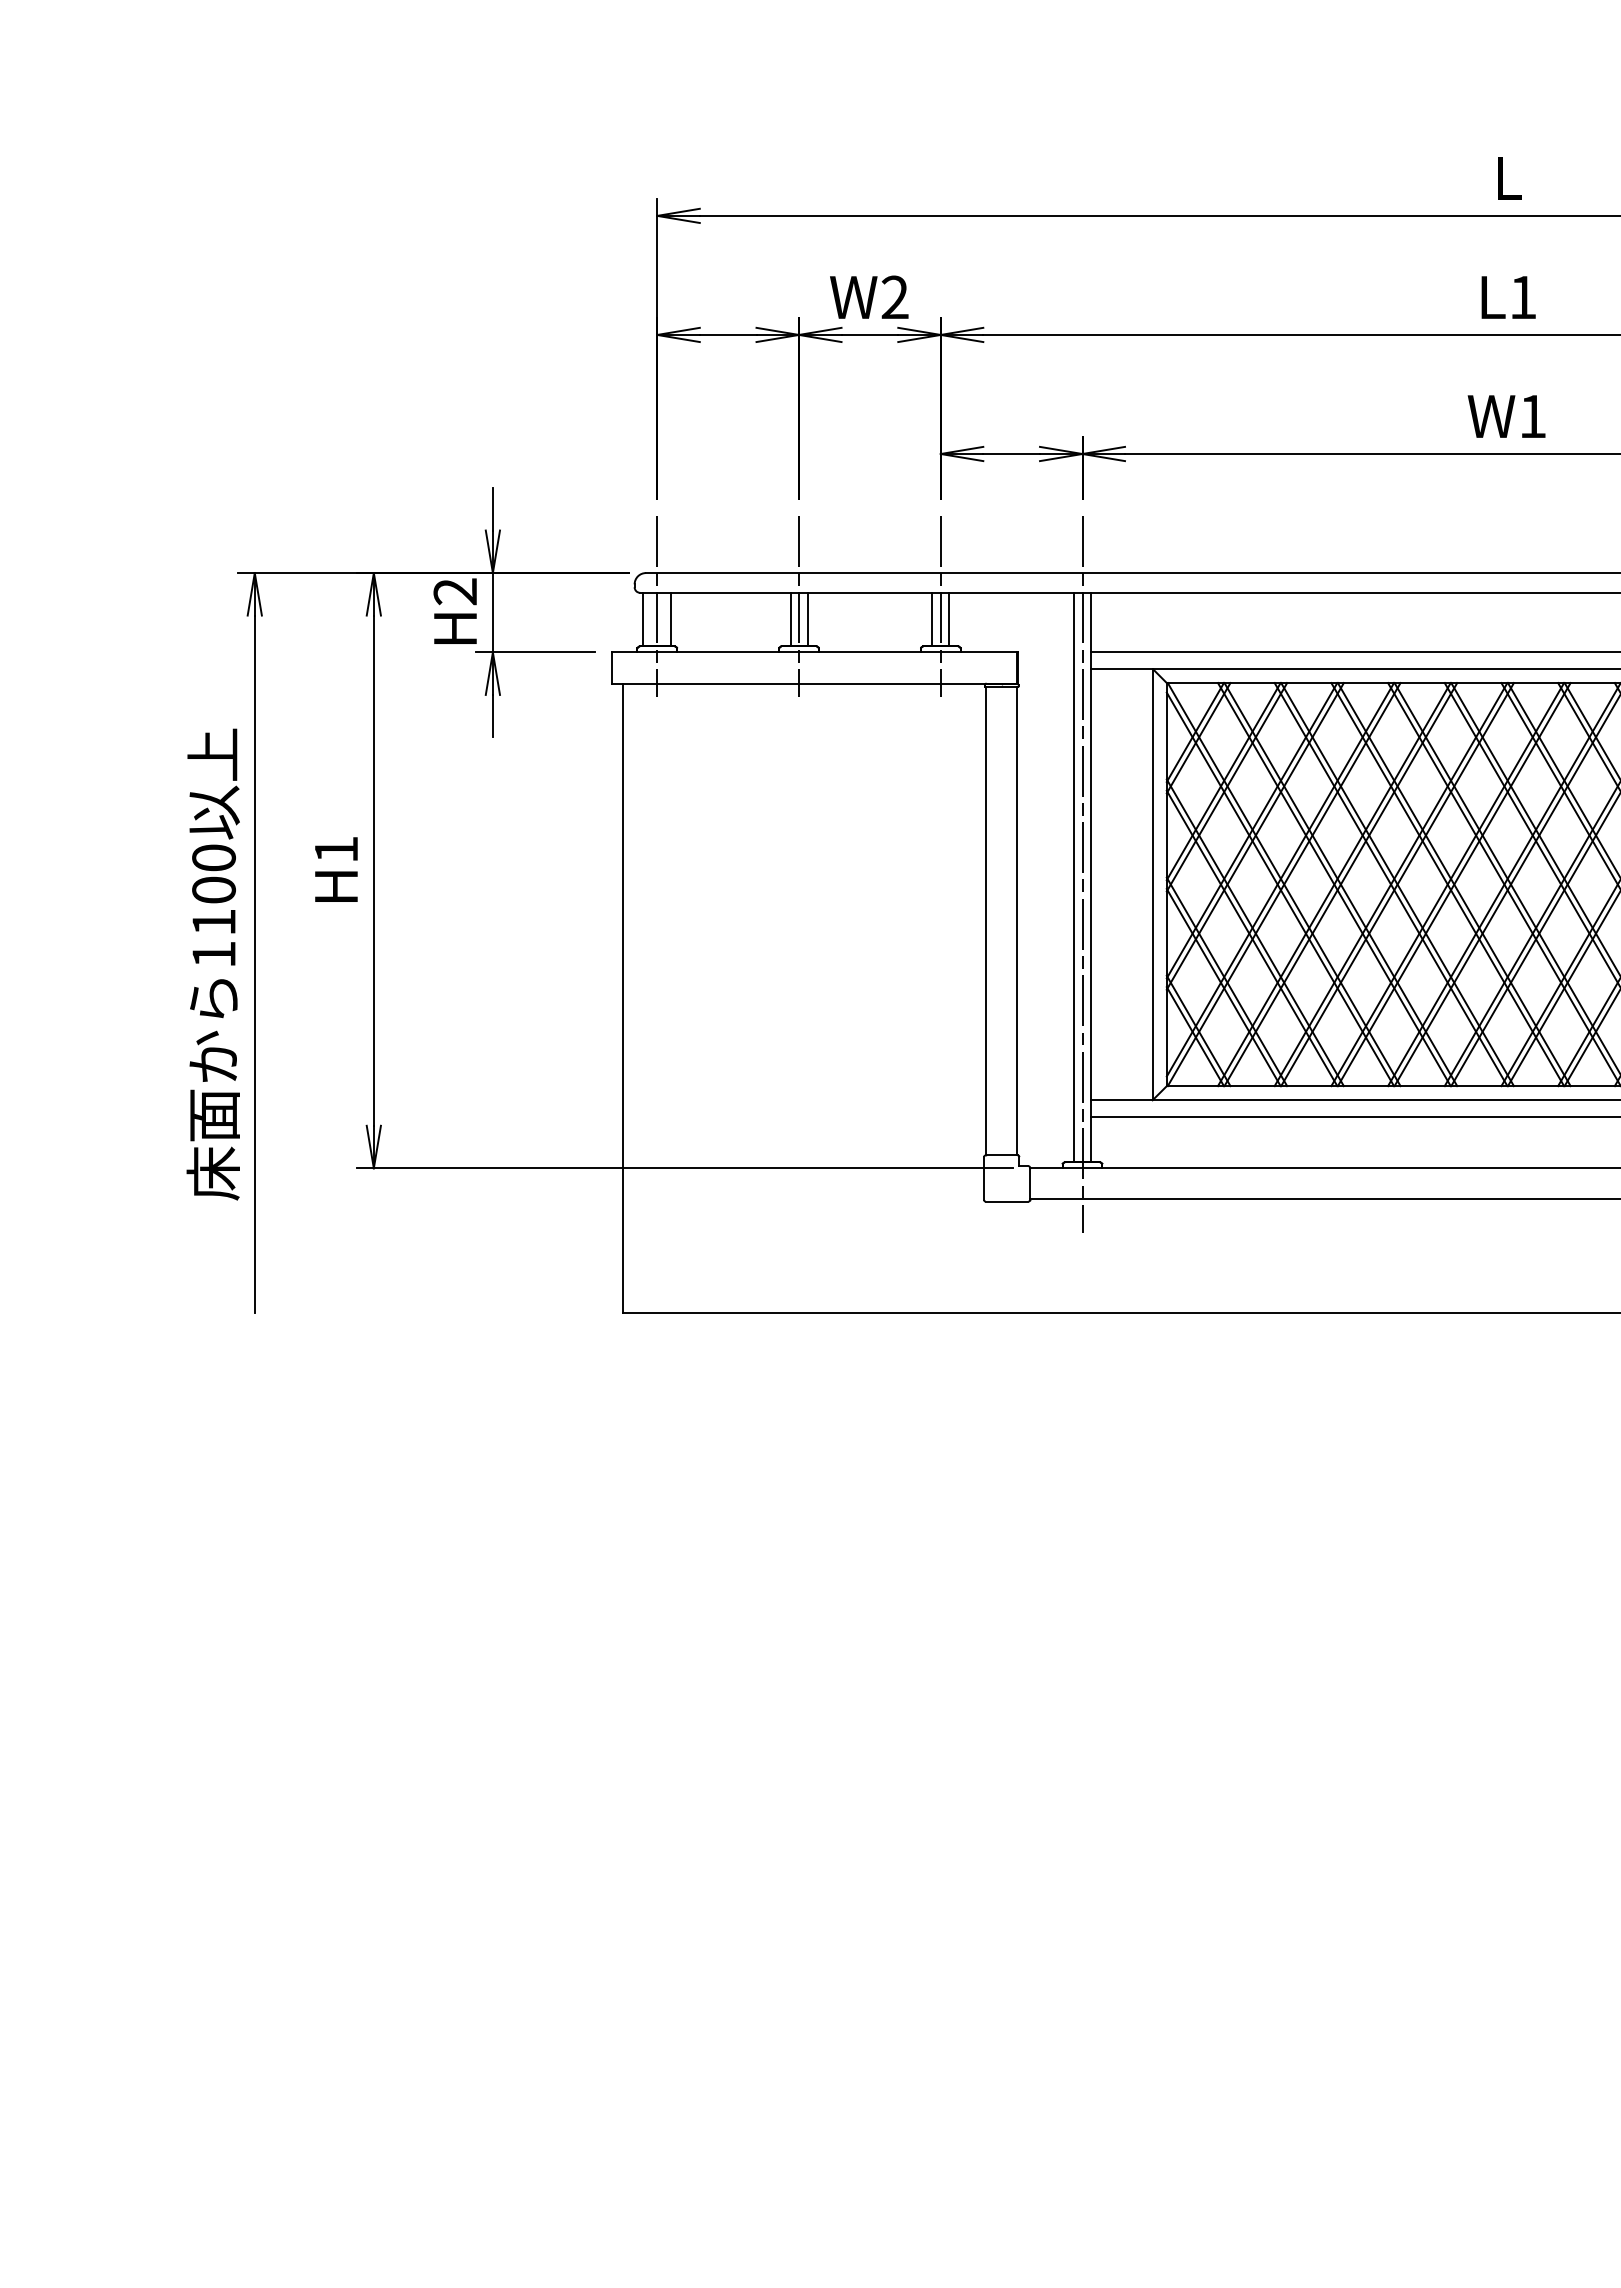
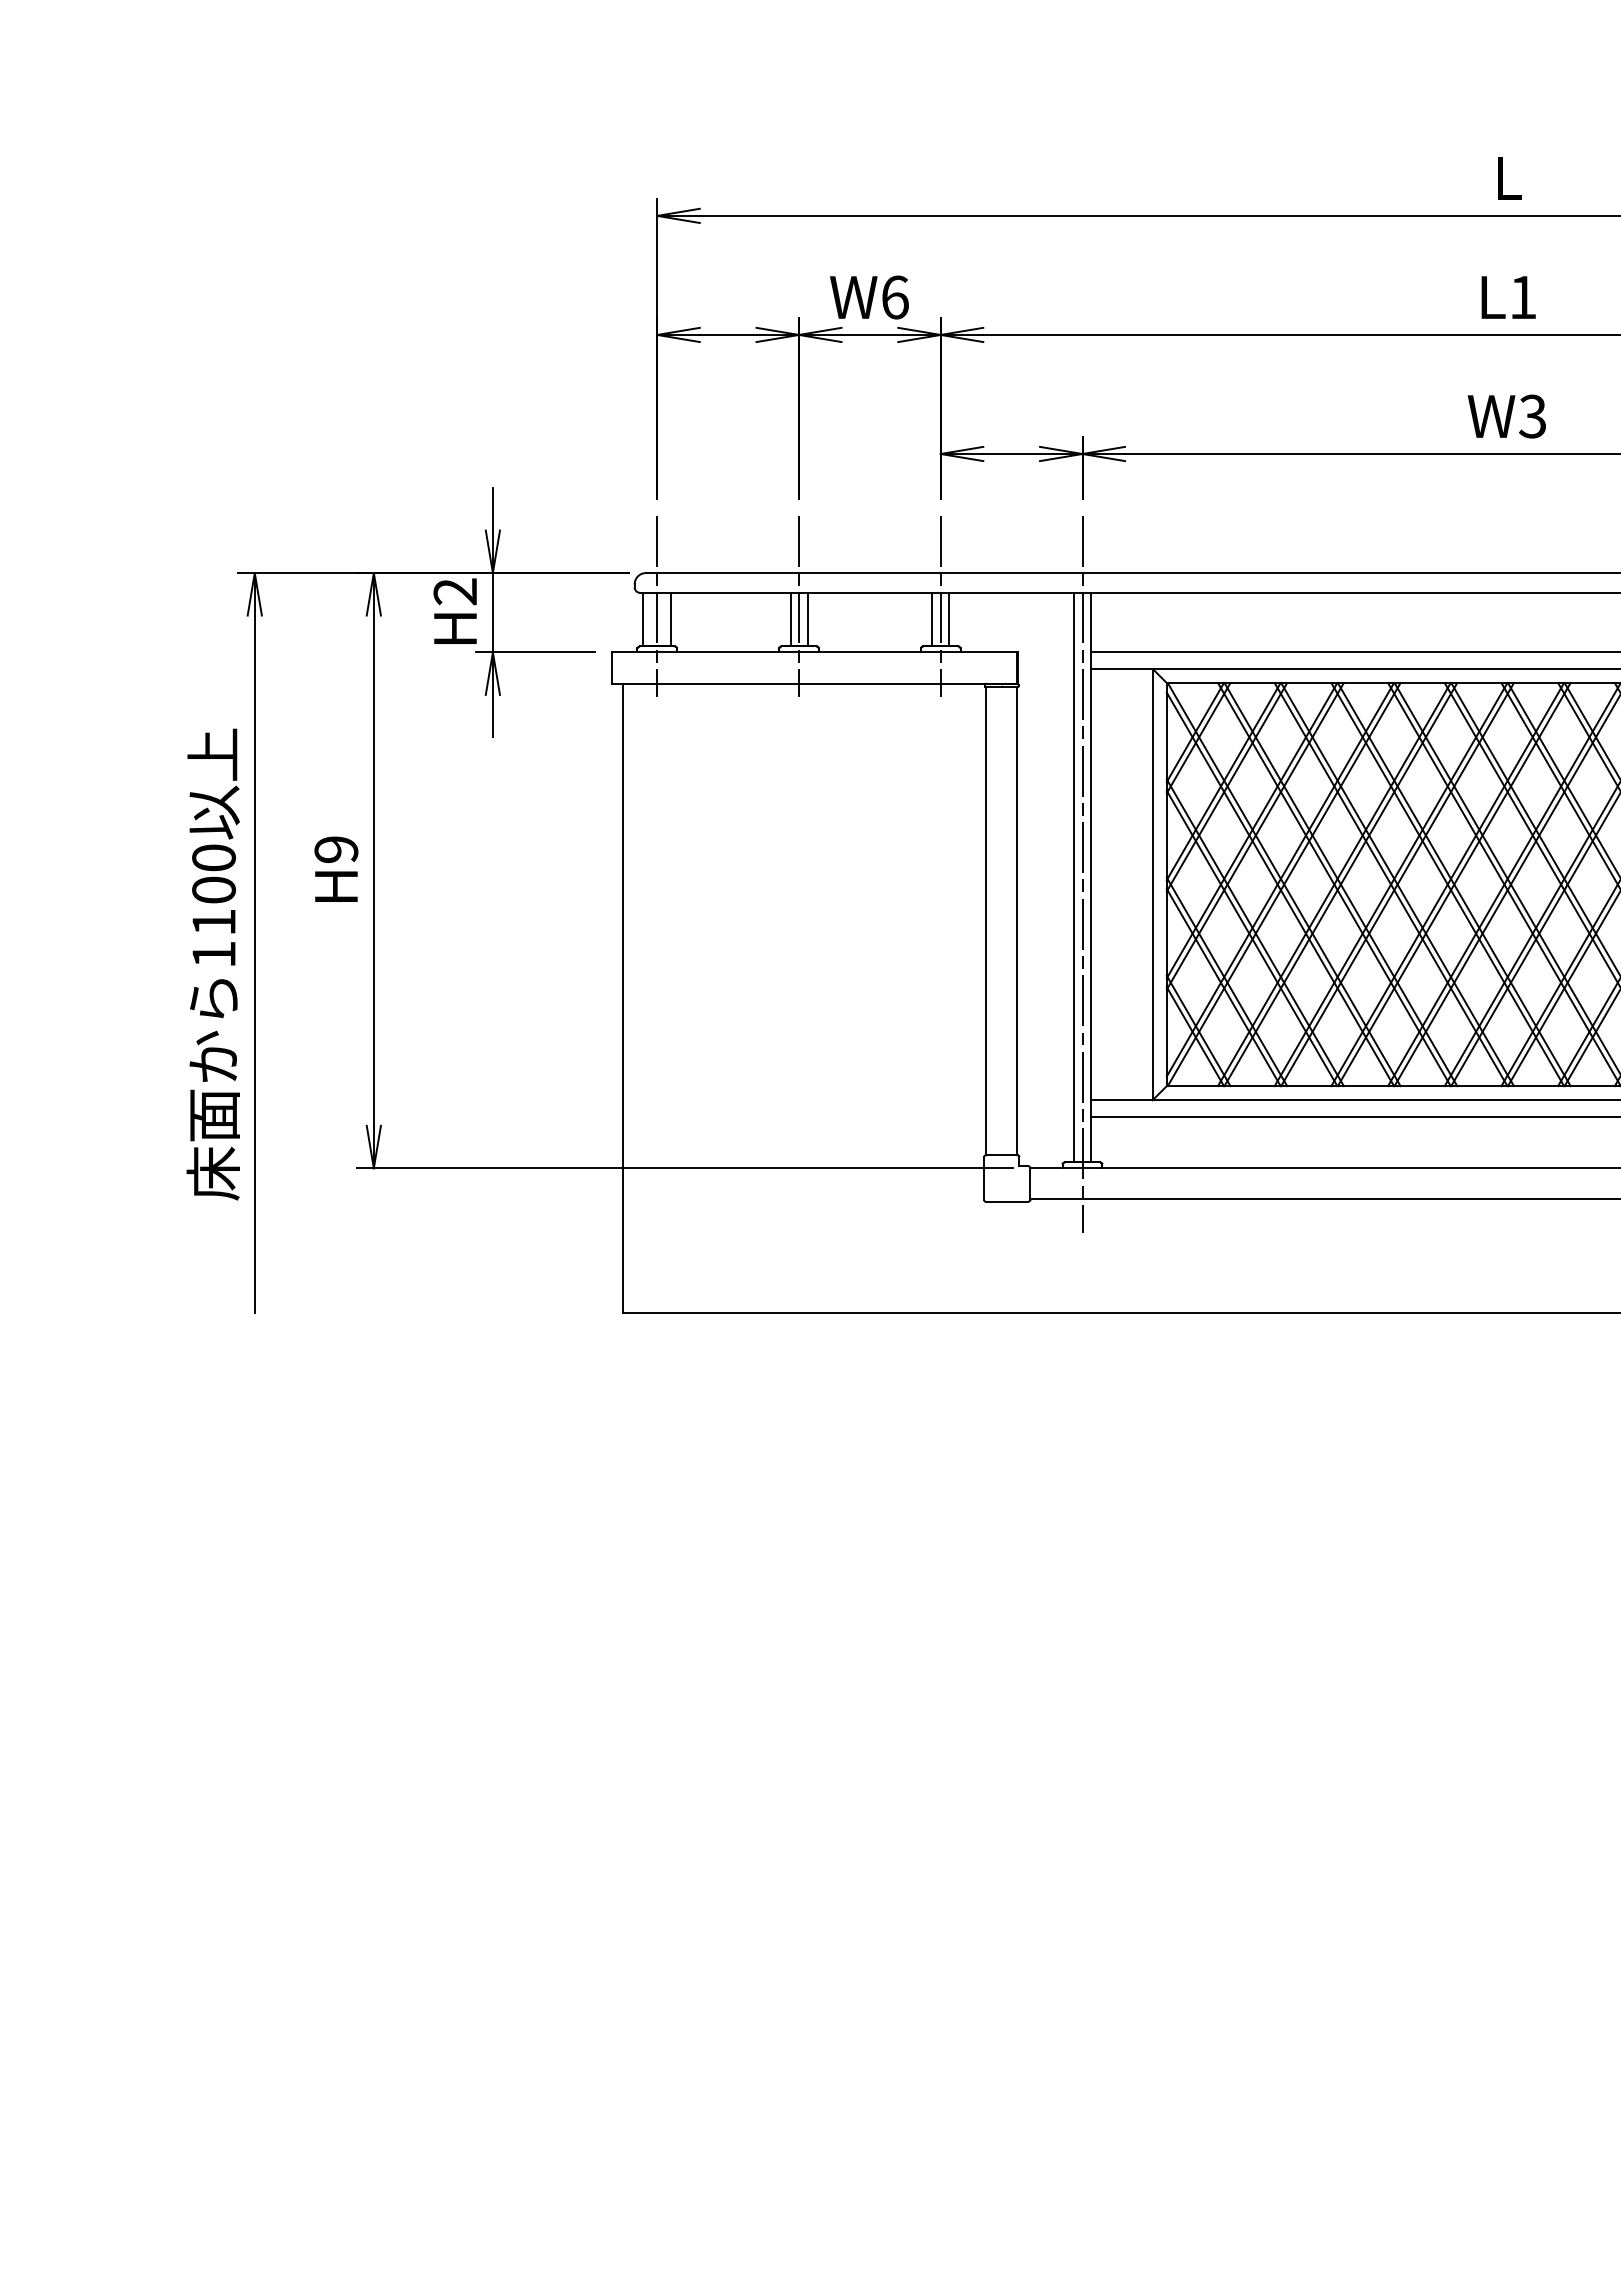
text at (894, 297): W2 -> W6
text at (1532, 416): W1 -> W3
text at (336, 849): H1 -> H9
